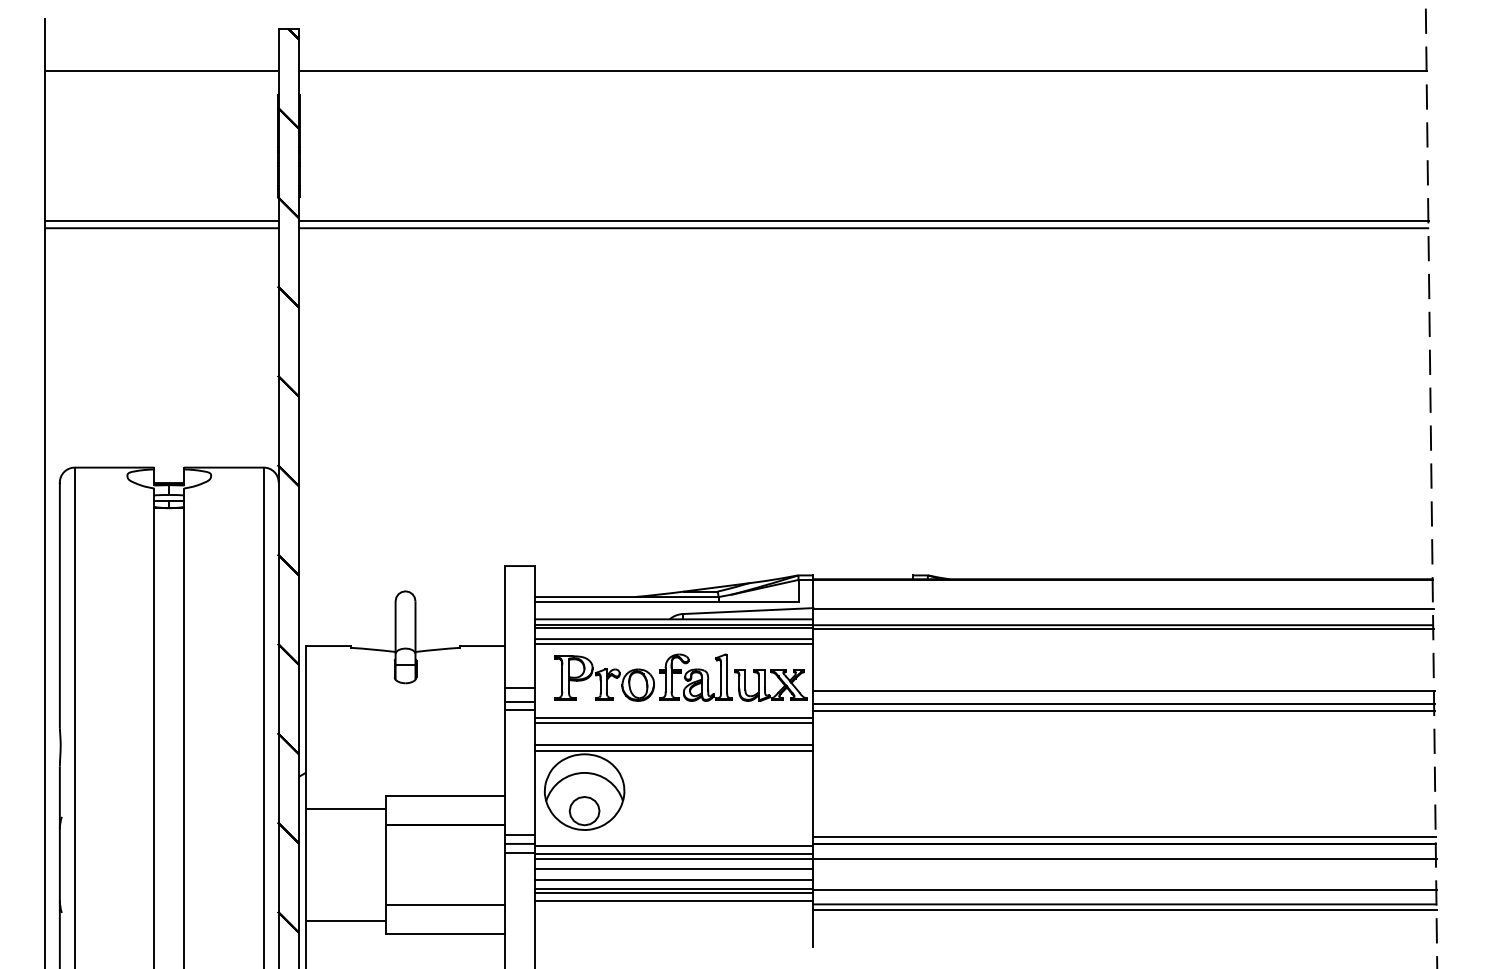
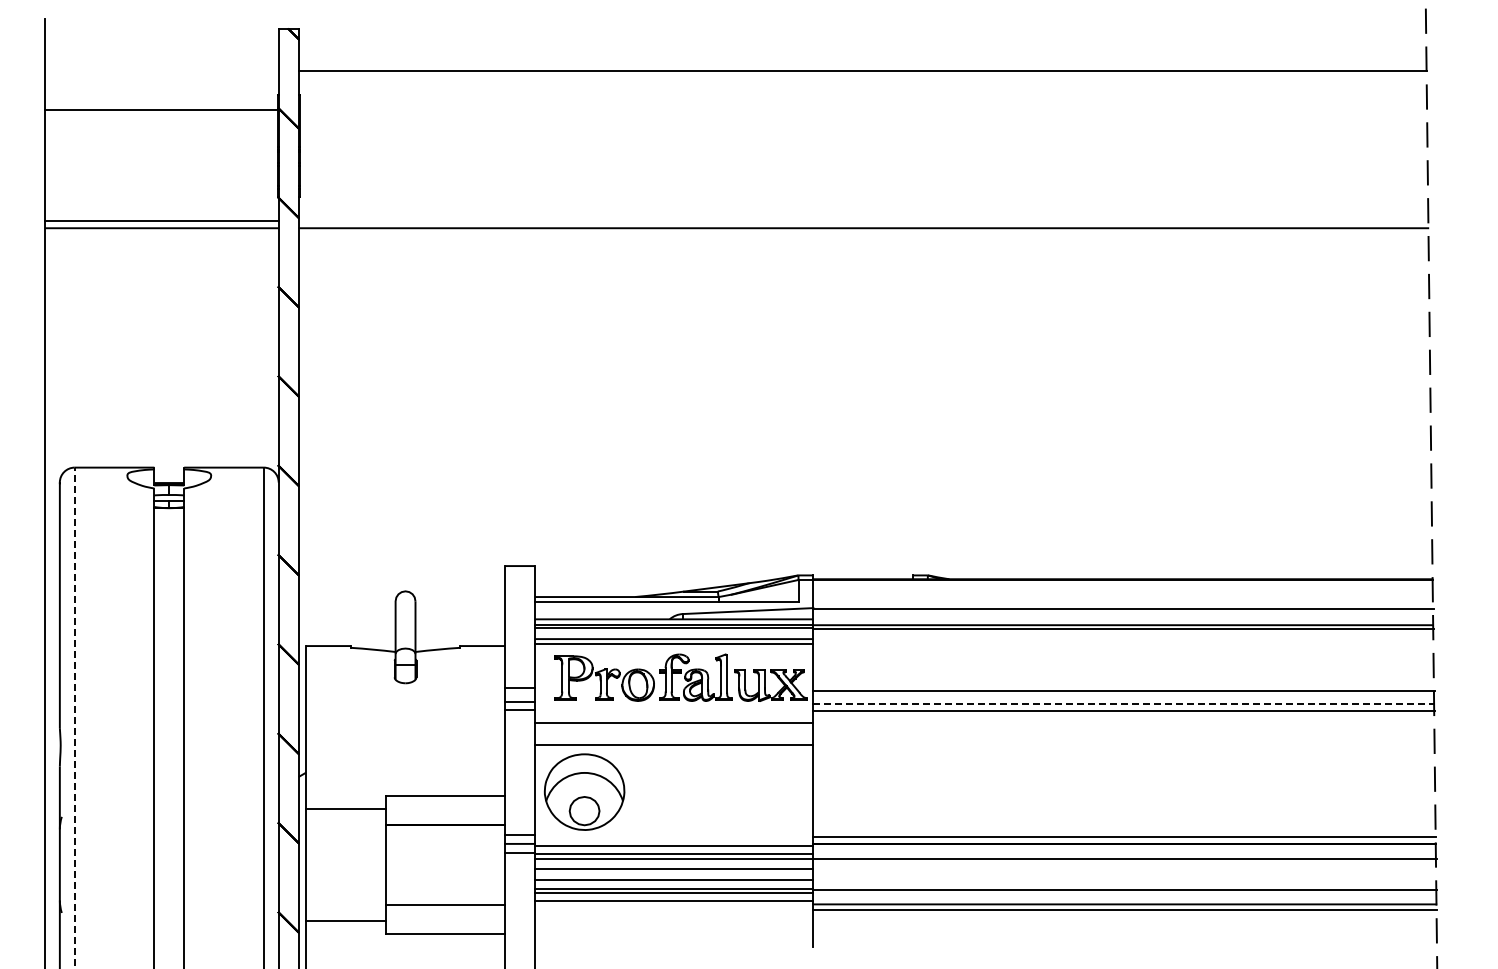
line at (161, 70) position: (161, 70) -> (161, 109)
line at (863, 220): present -> none
line at (1124, 704): solid -> dashed
line at (74, 717): solid -> dashed
line at (673, 718): present -> none
line at (673, 751): present -> none
